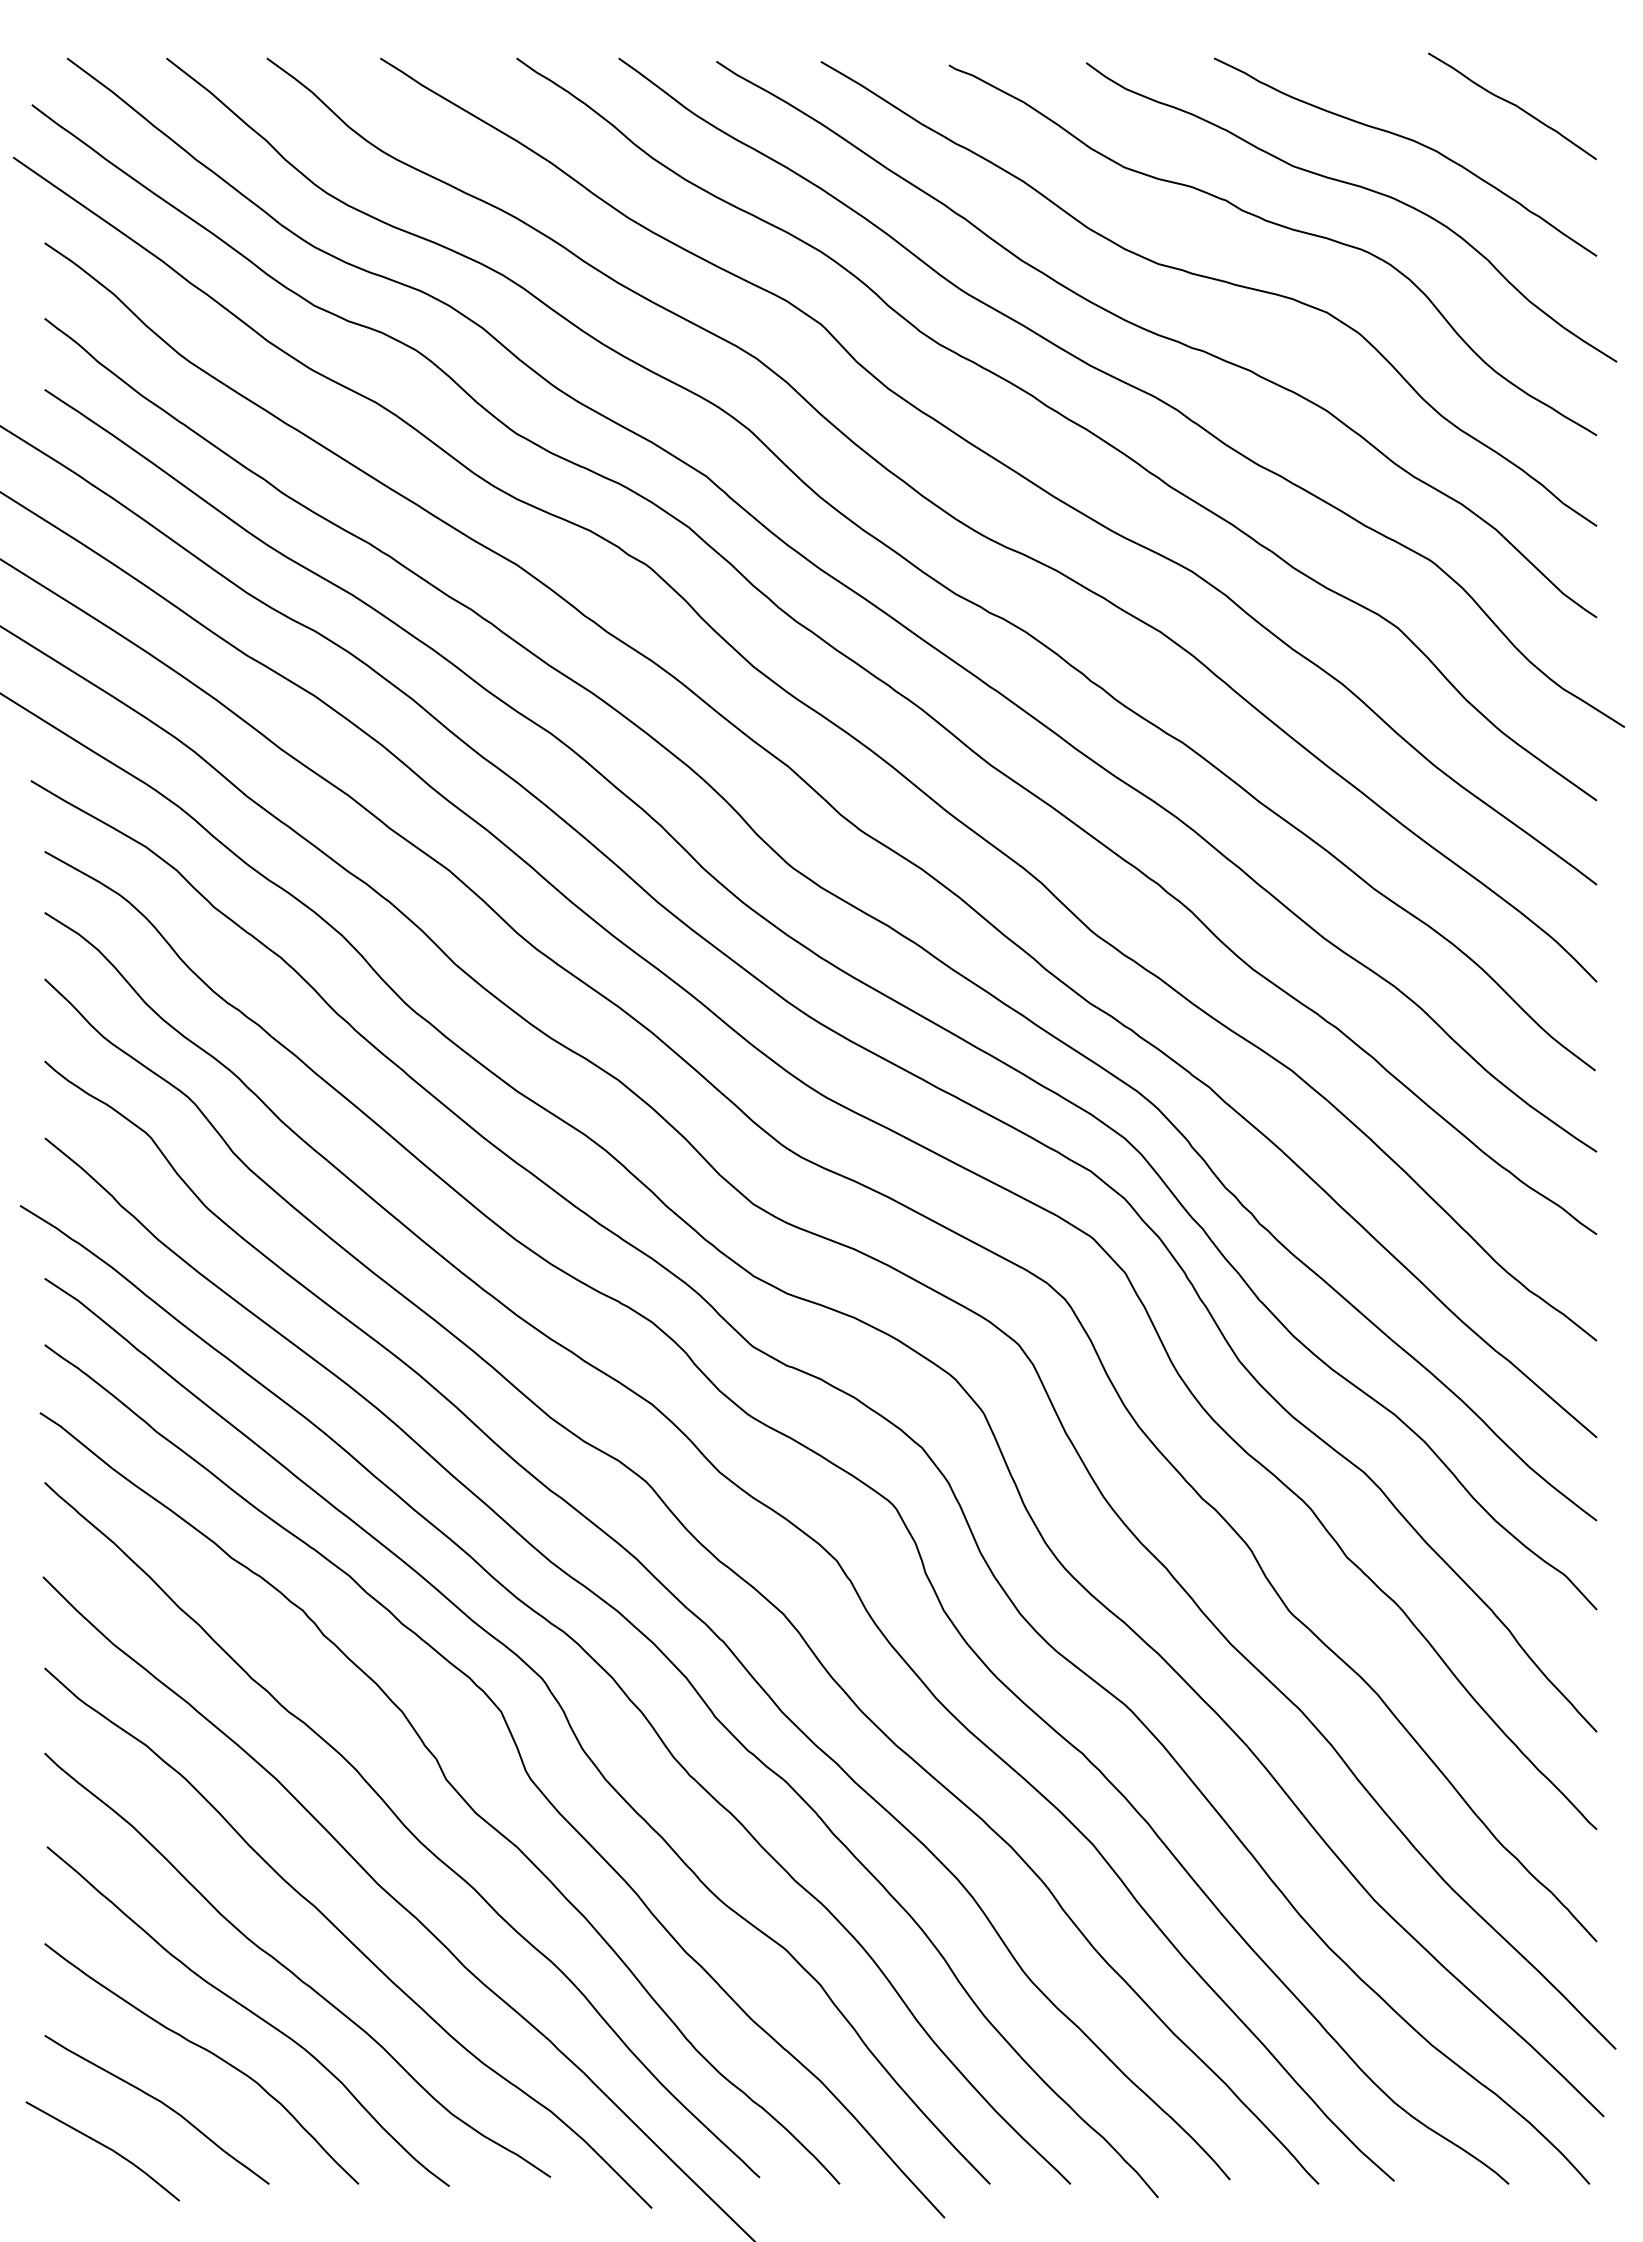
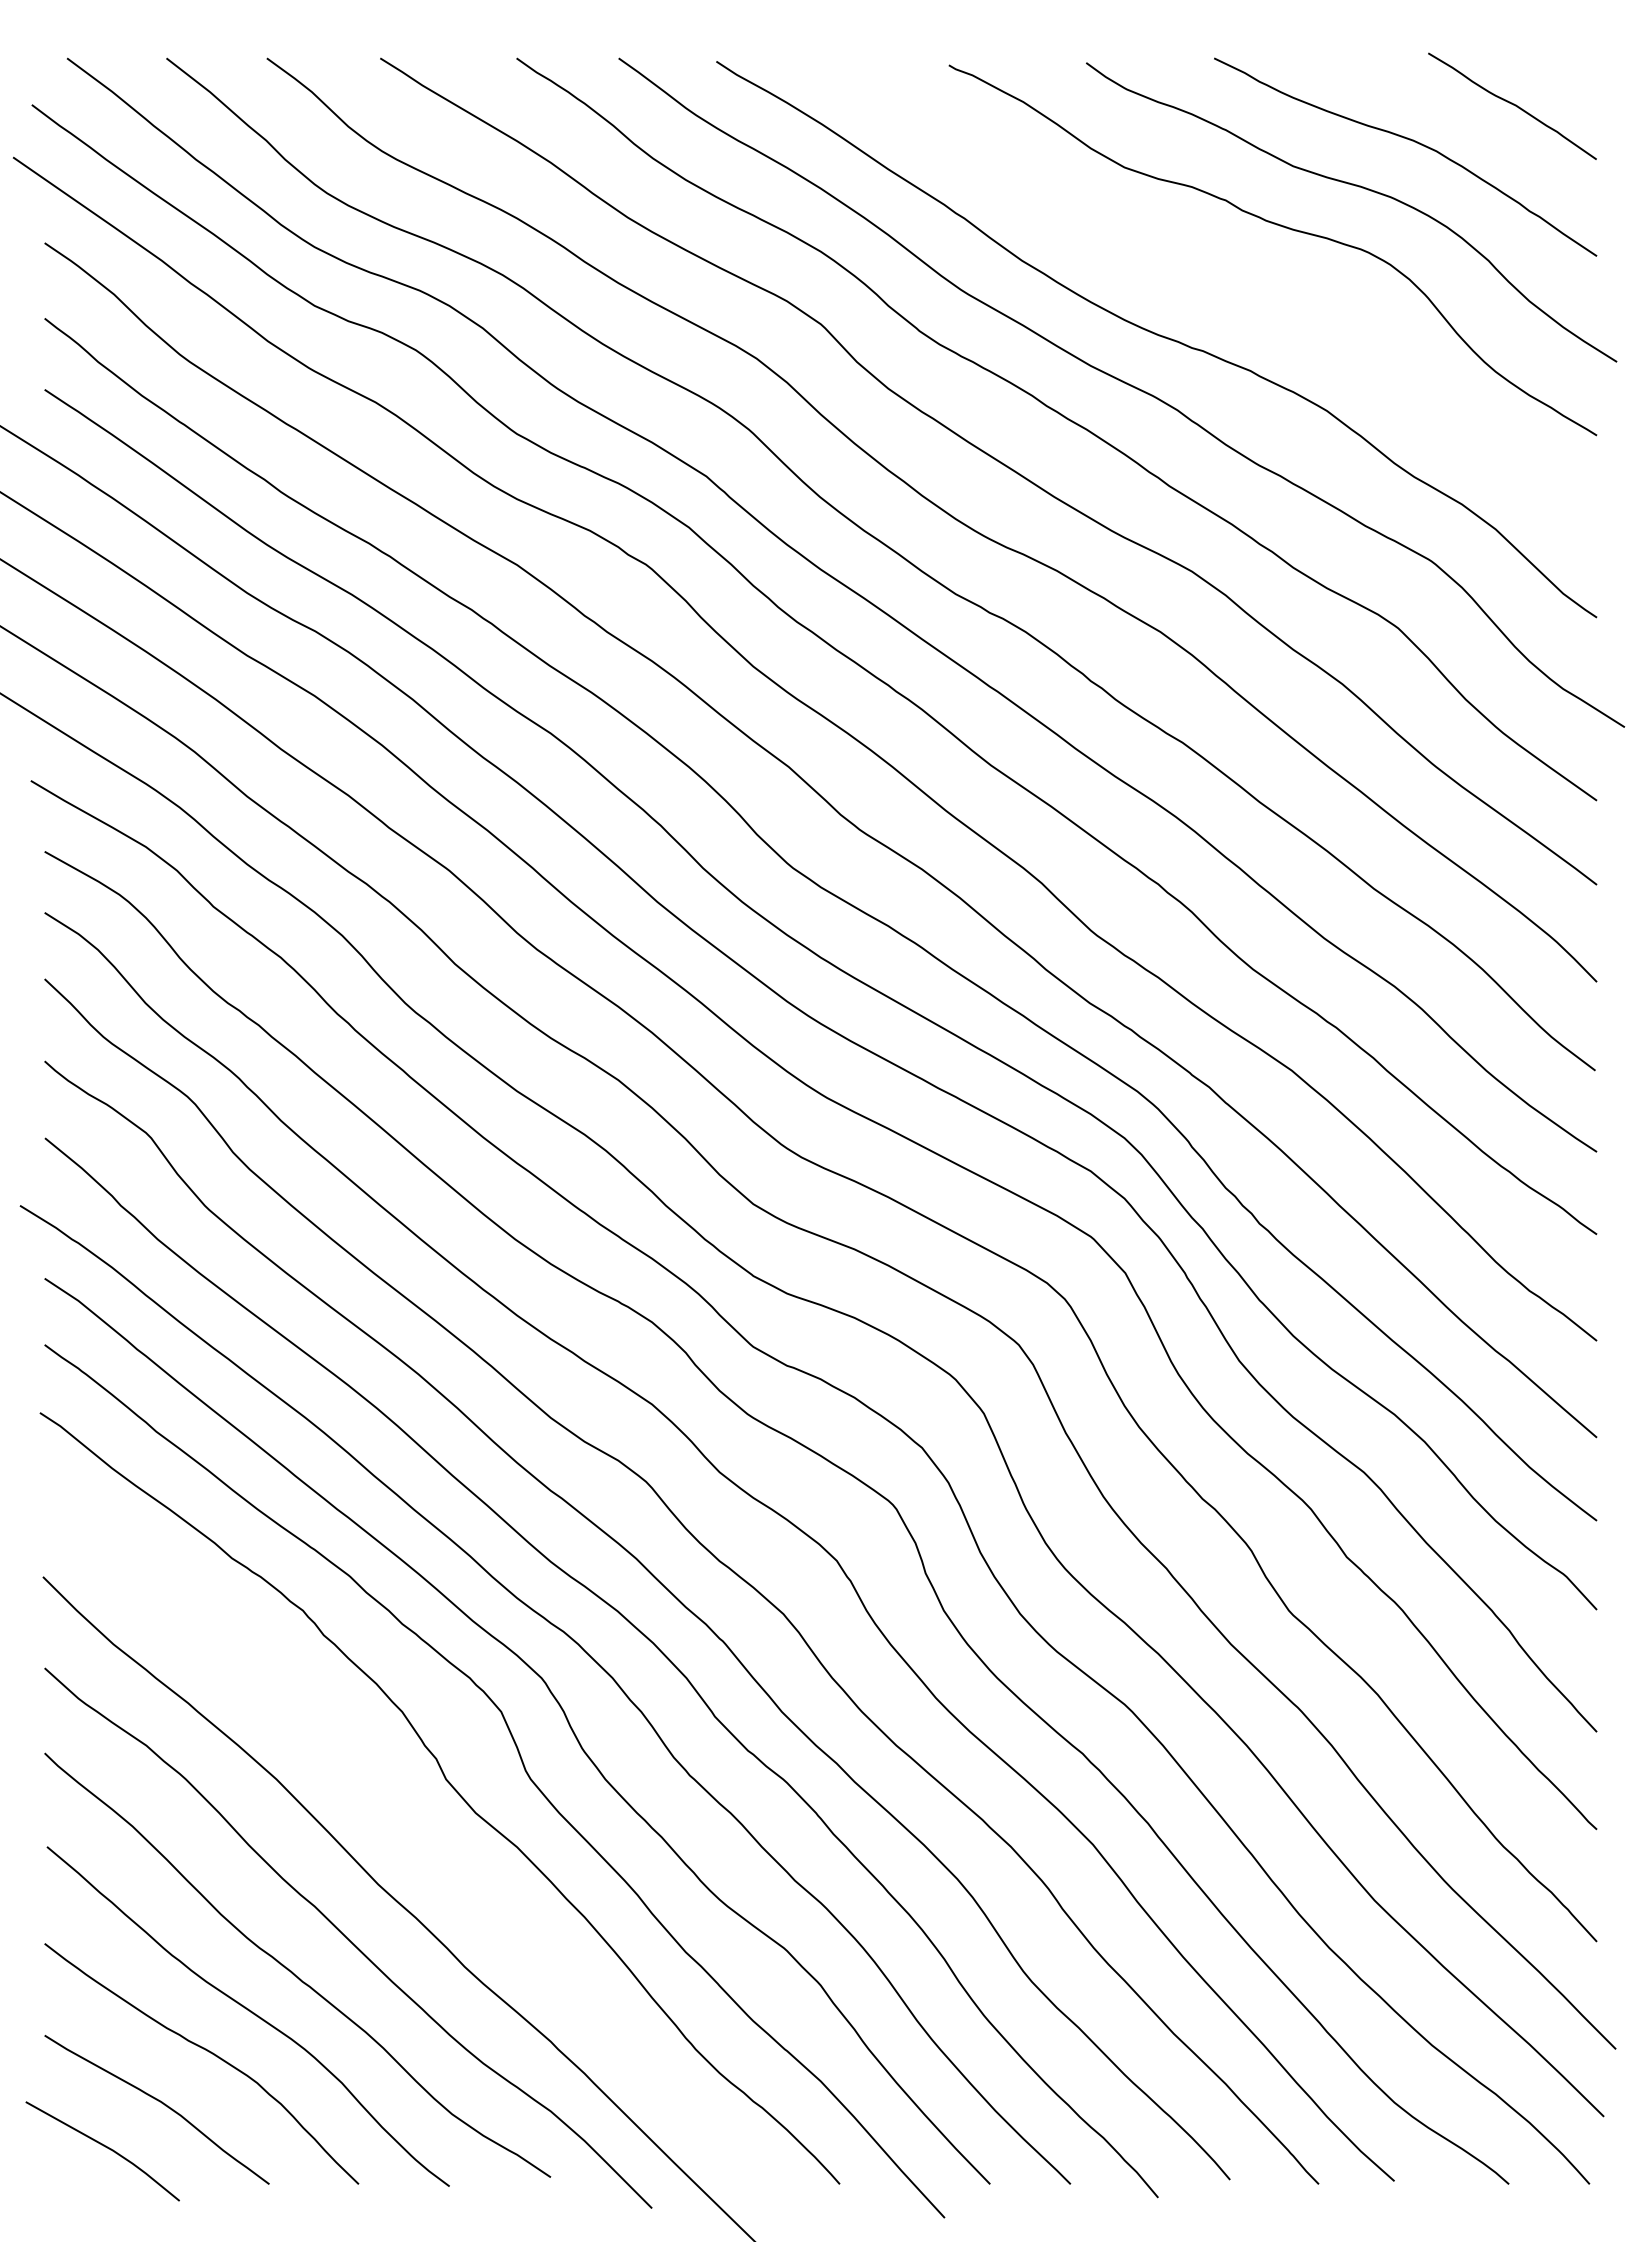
curve at (1210, 279): present -> none
curve at (404, 1827): present -> none
